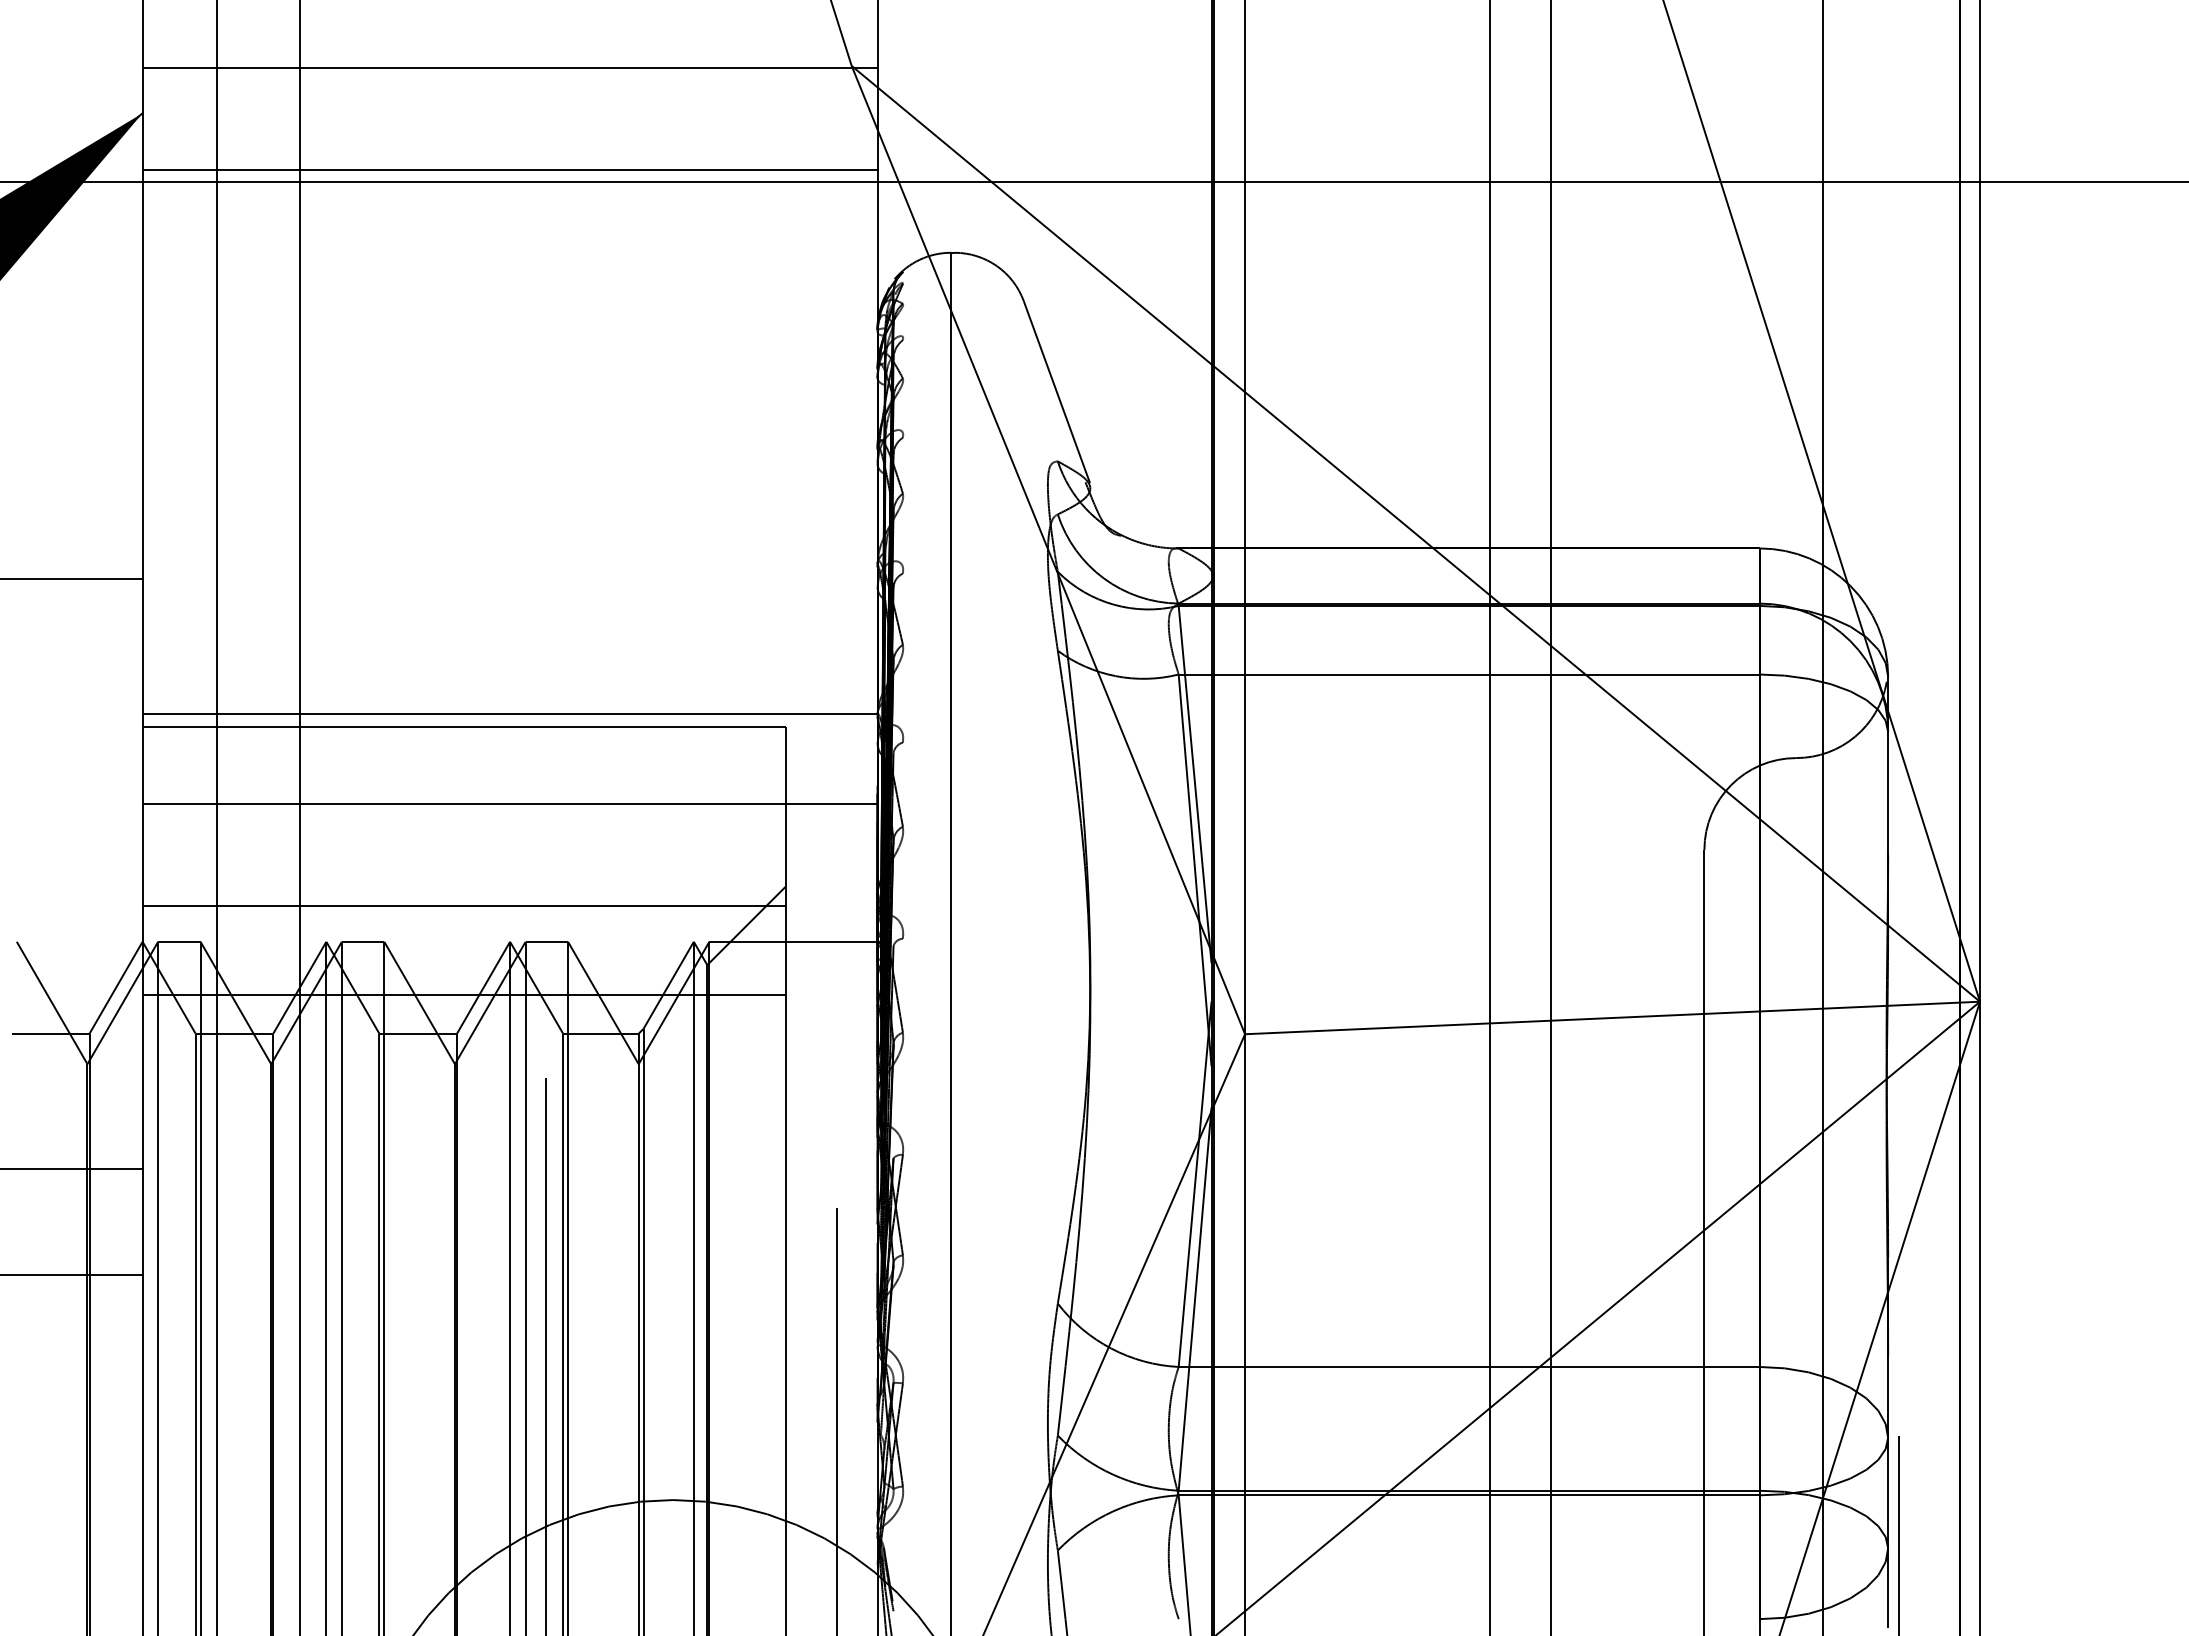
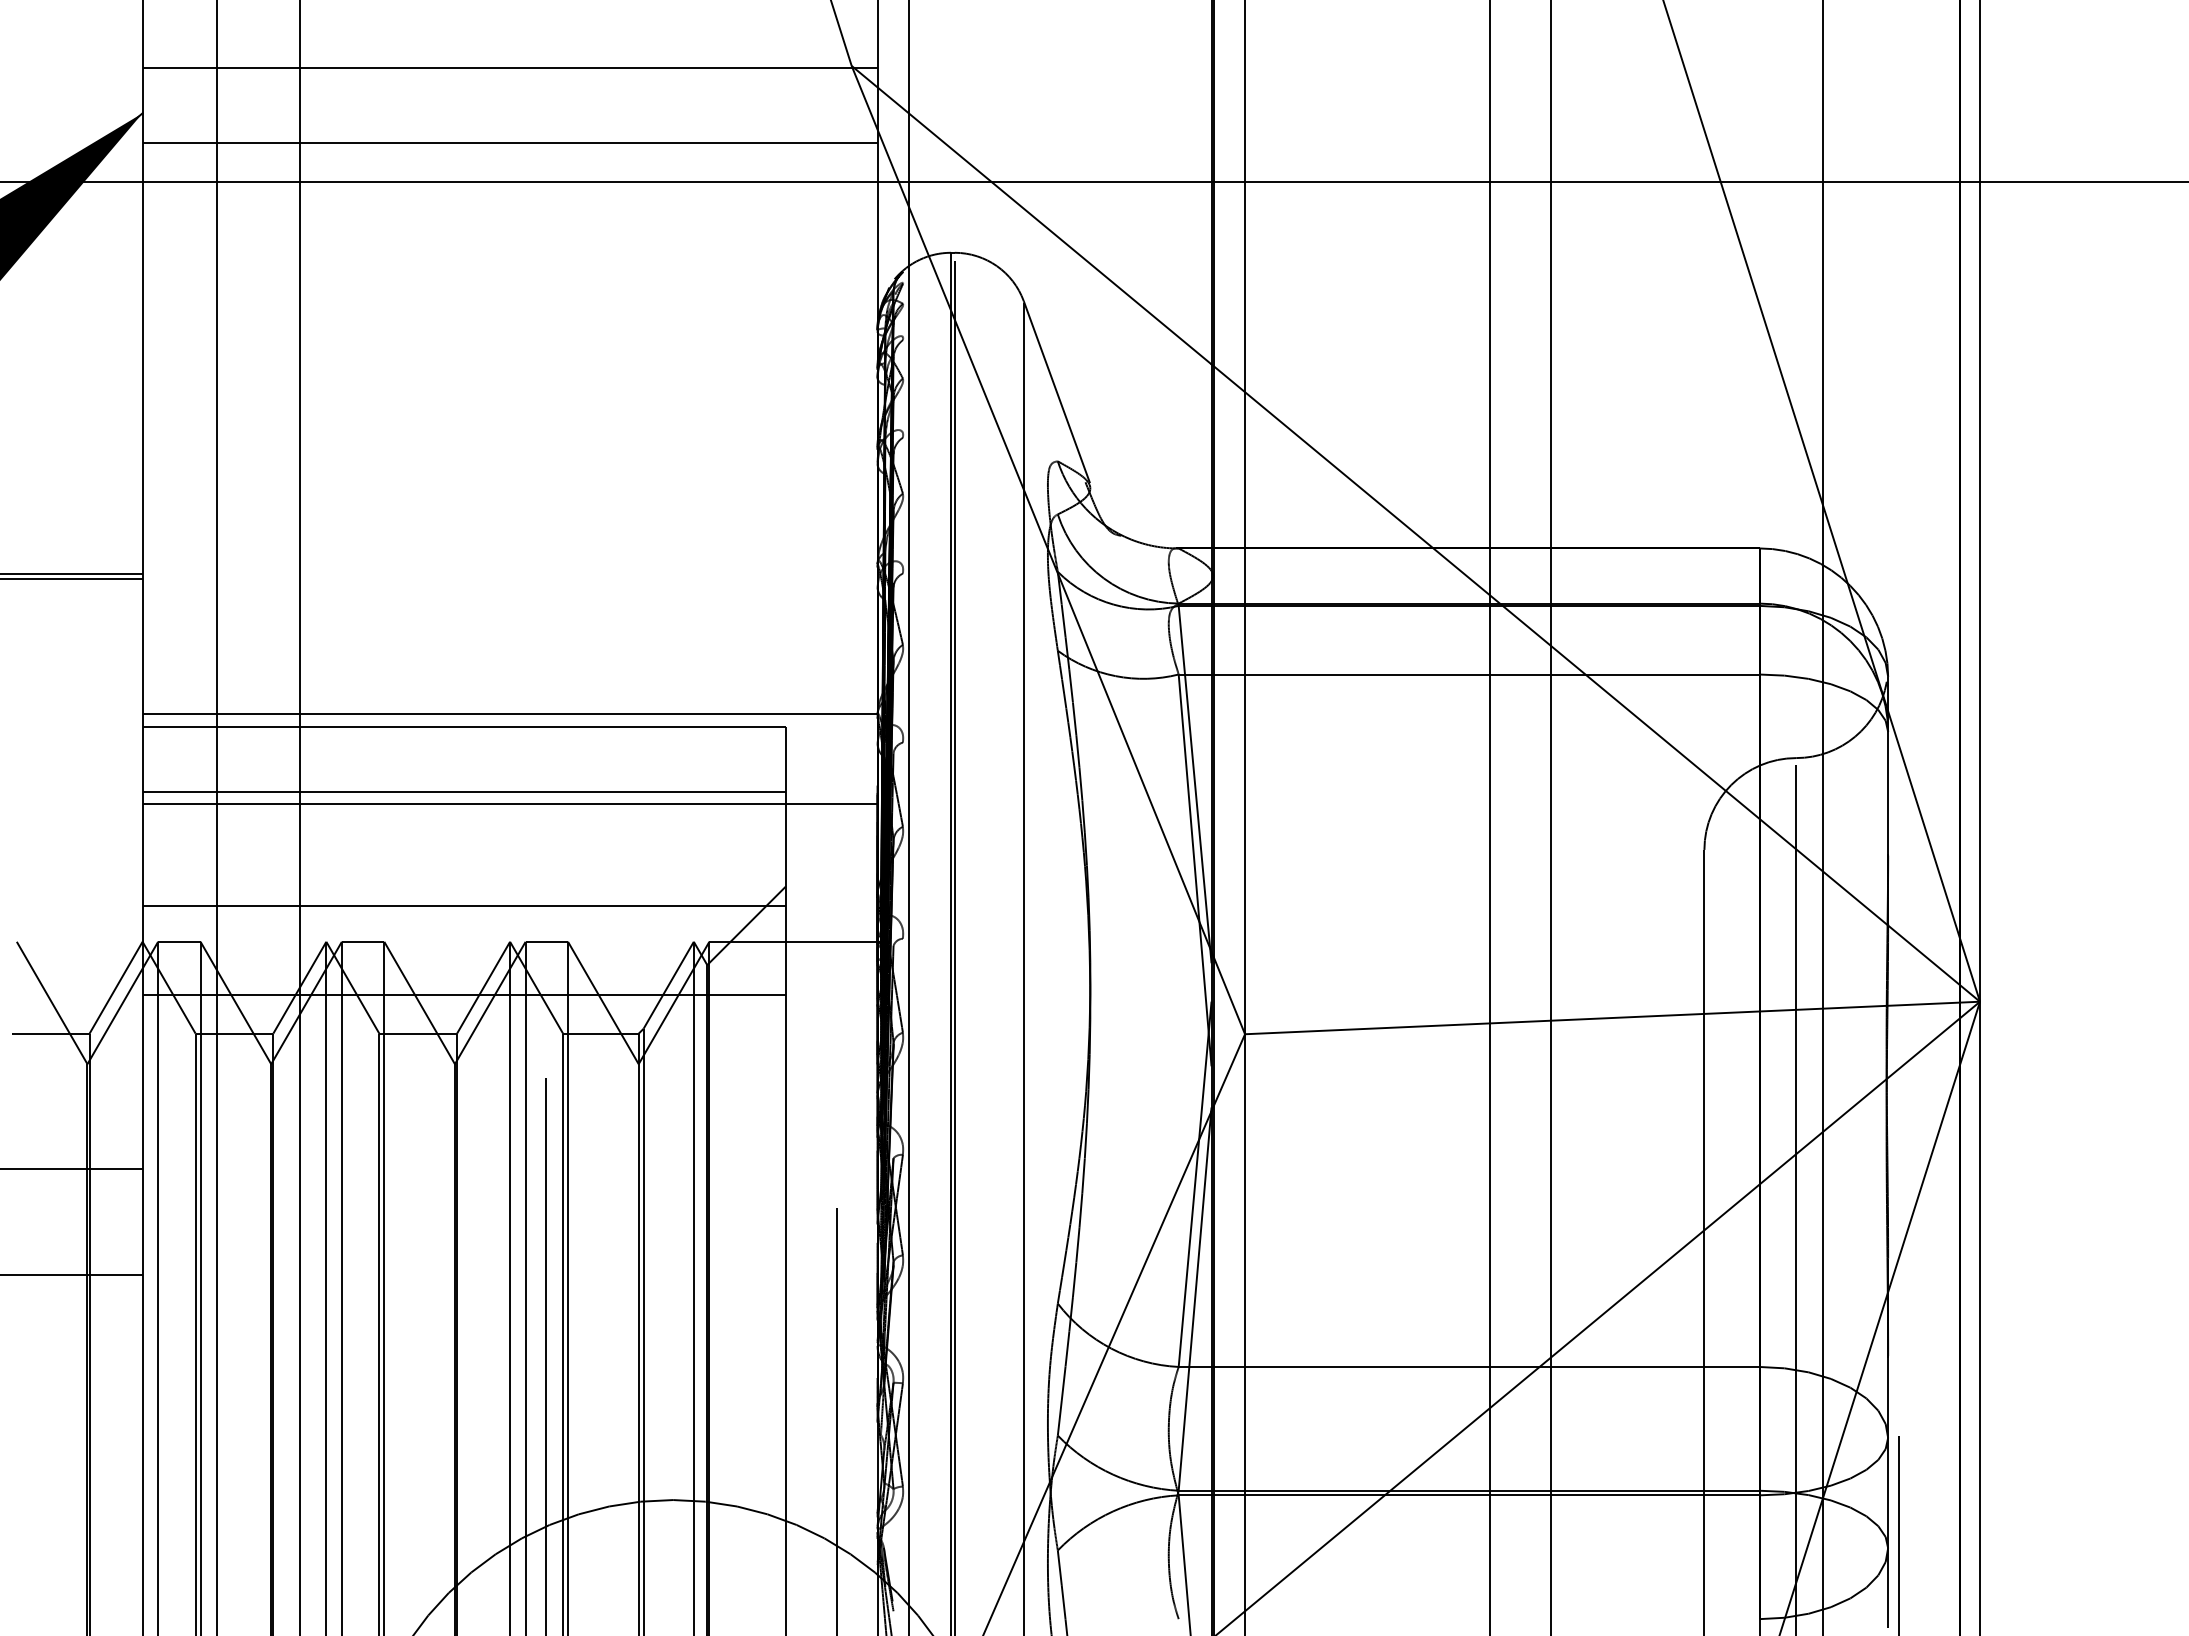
line at (509, 170) position: (509, 170) -> (509, 143)
line at (72, 574): none -> present
line at (463, 792): none -> present
line at (909, 817): none -> present
line at (954, 946): none -> present
line at (1023, 967): none -> present
line at (1796, 1198): none -> present
